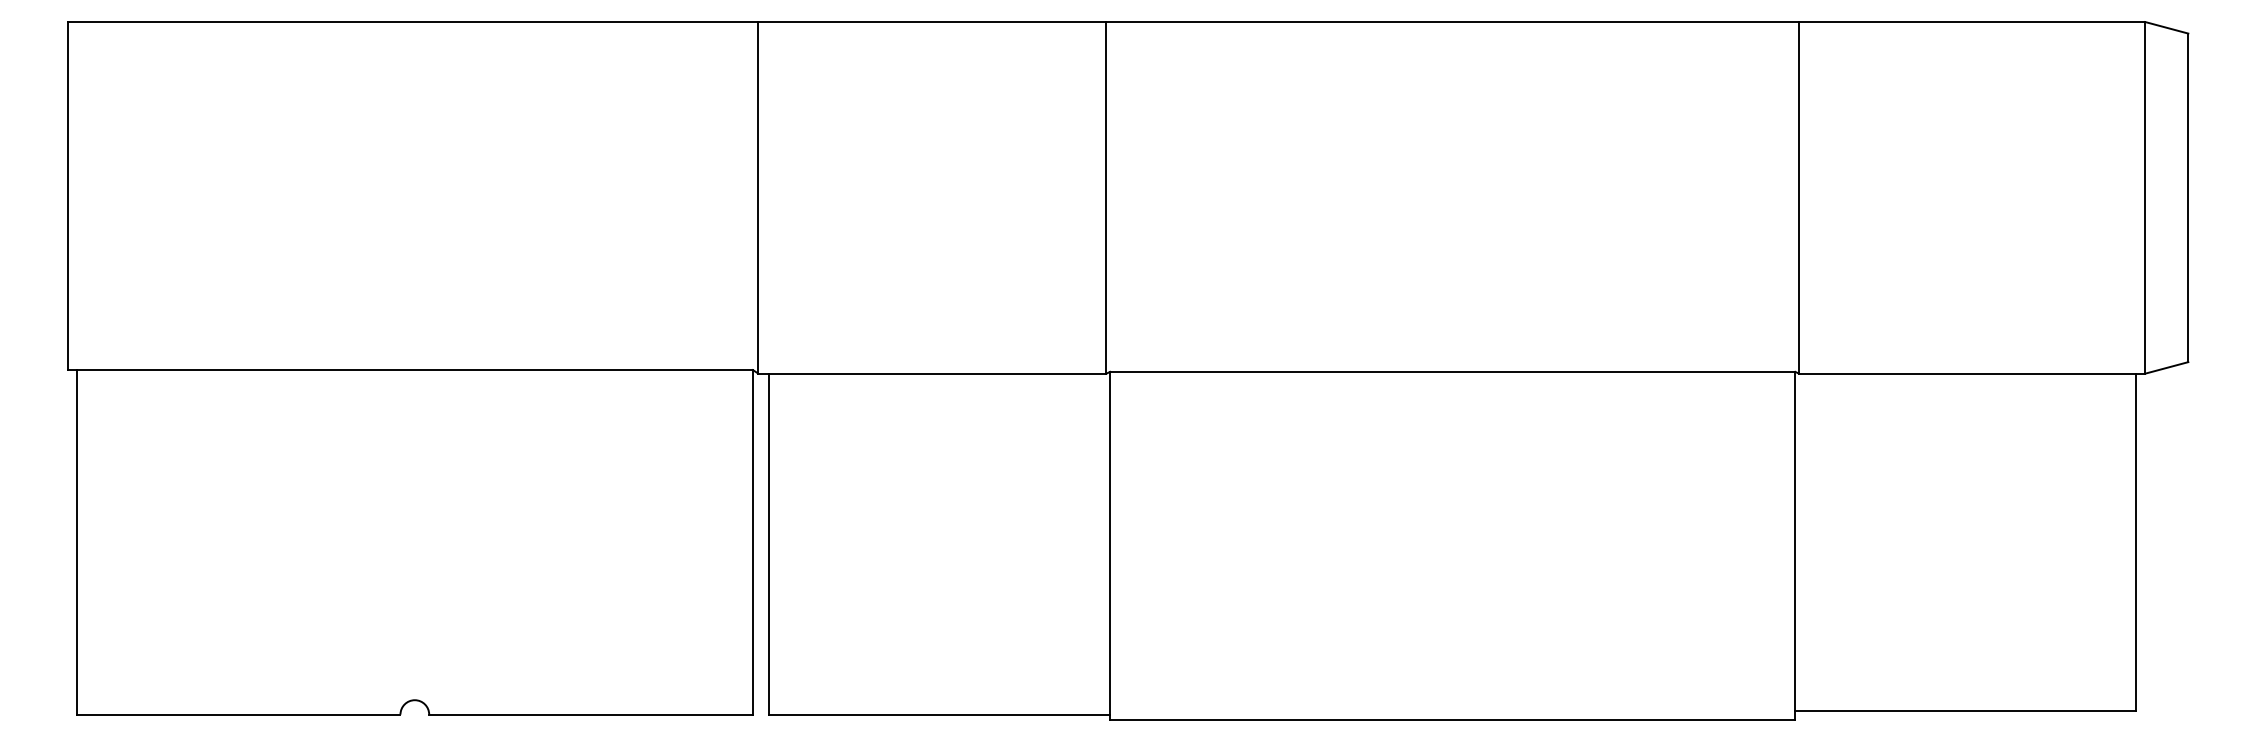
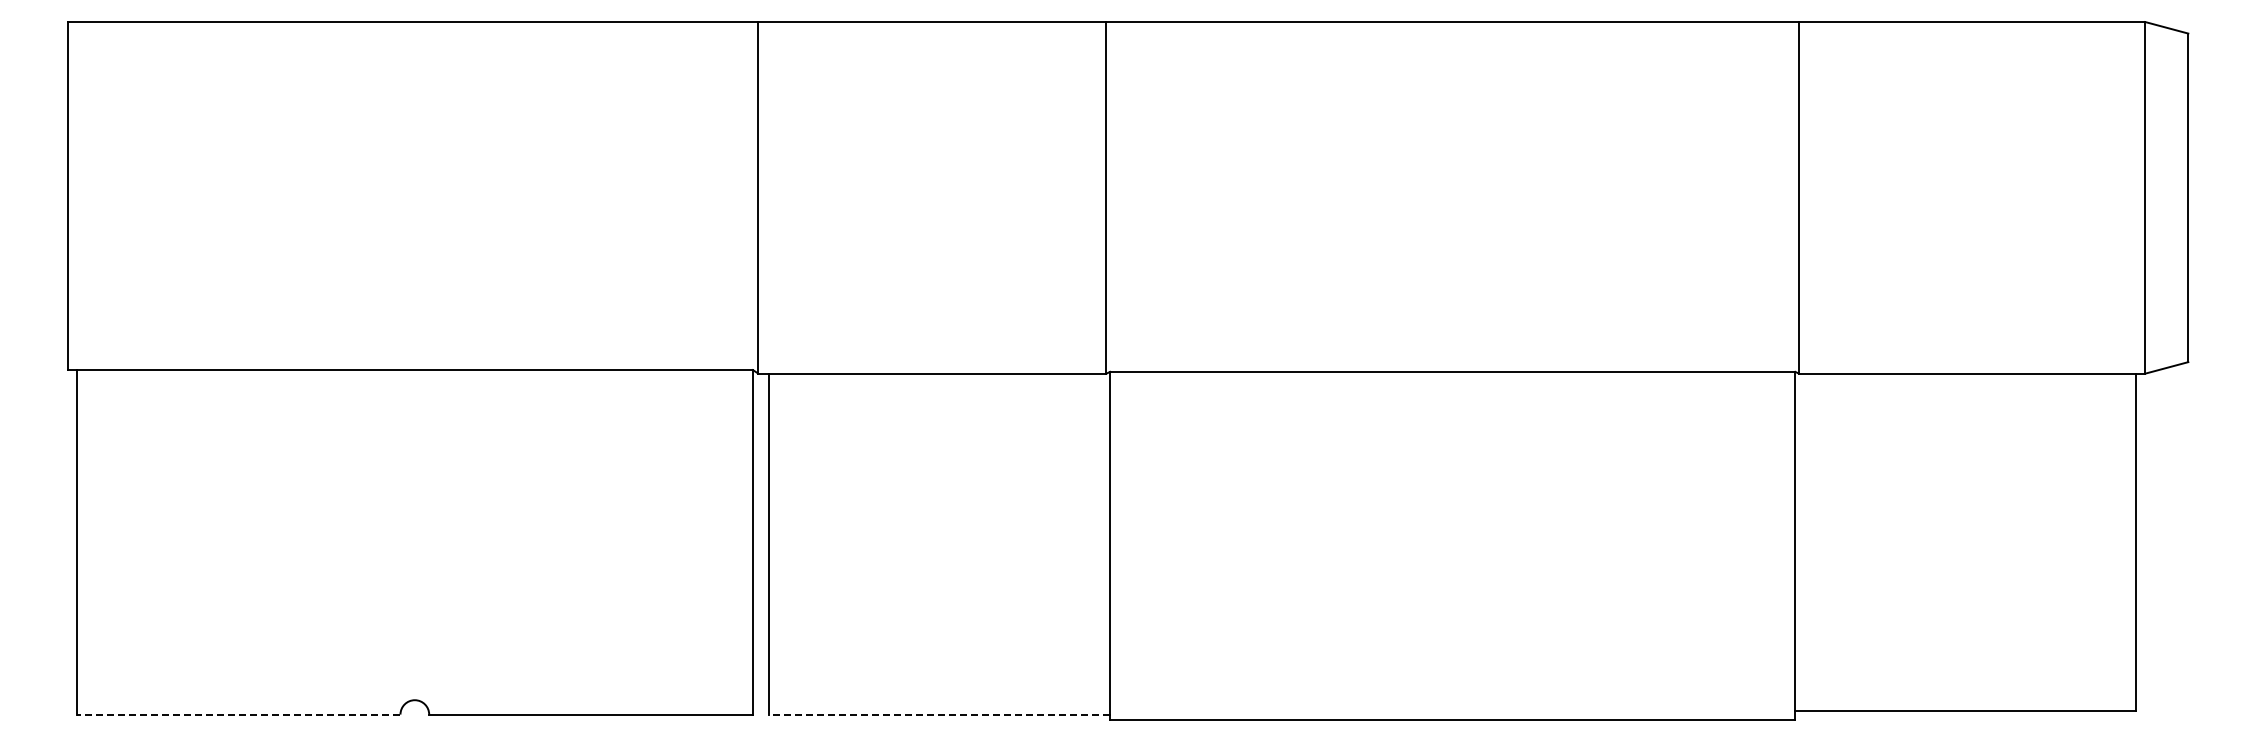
line at (238, 714): solid -> dashed
line at (939, 714): solid -> dashed
